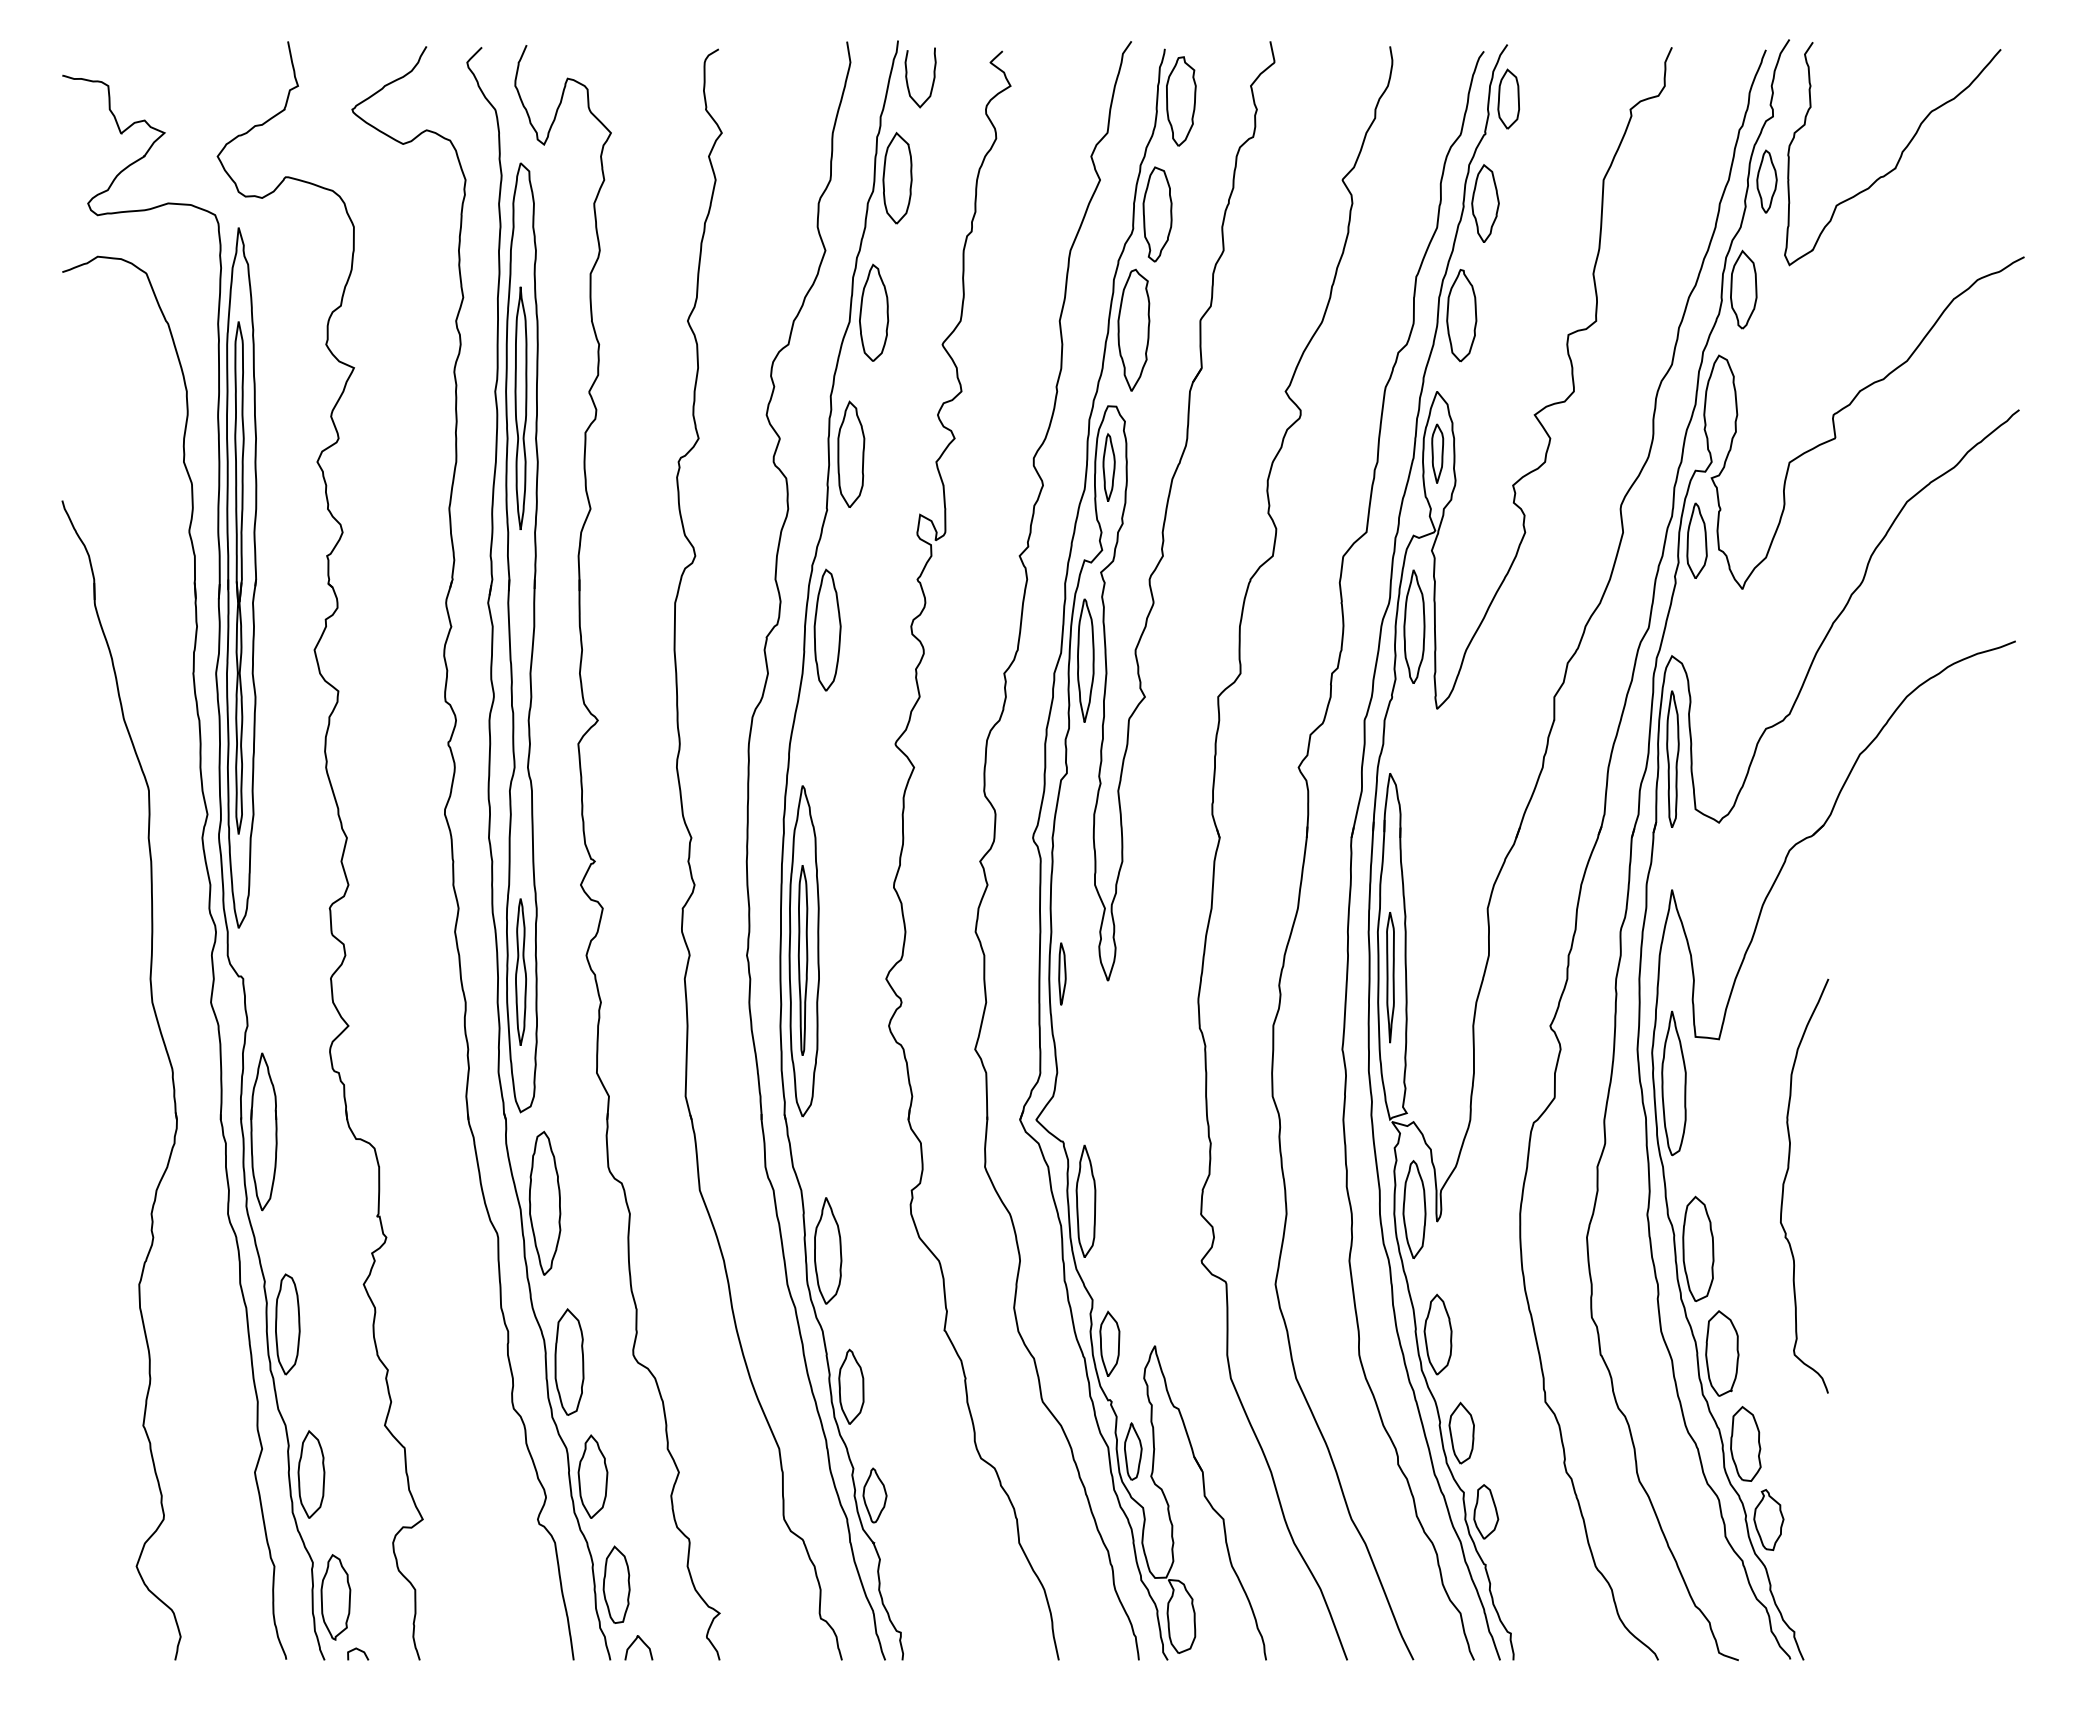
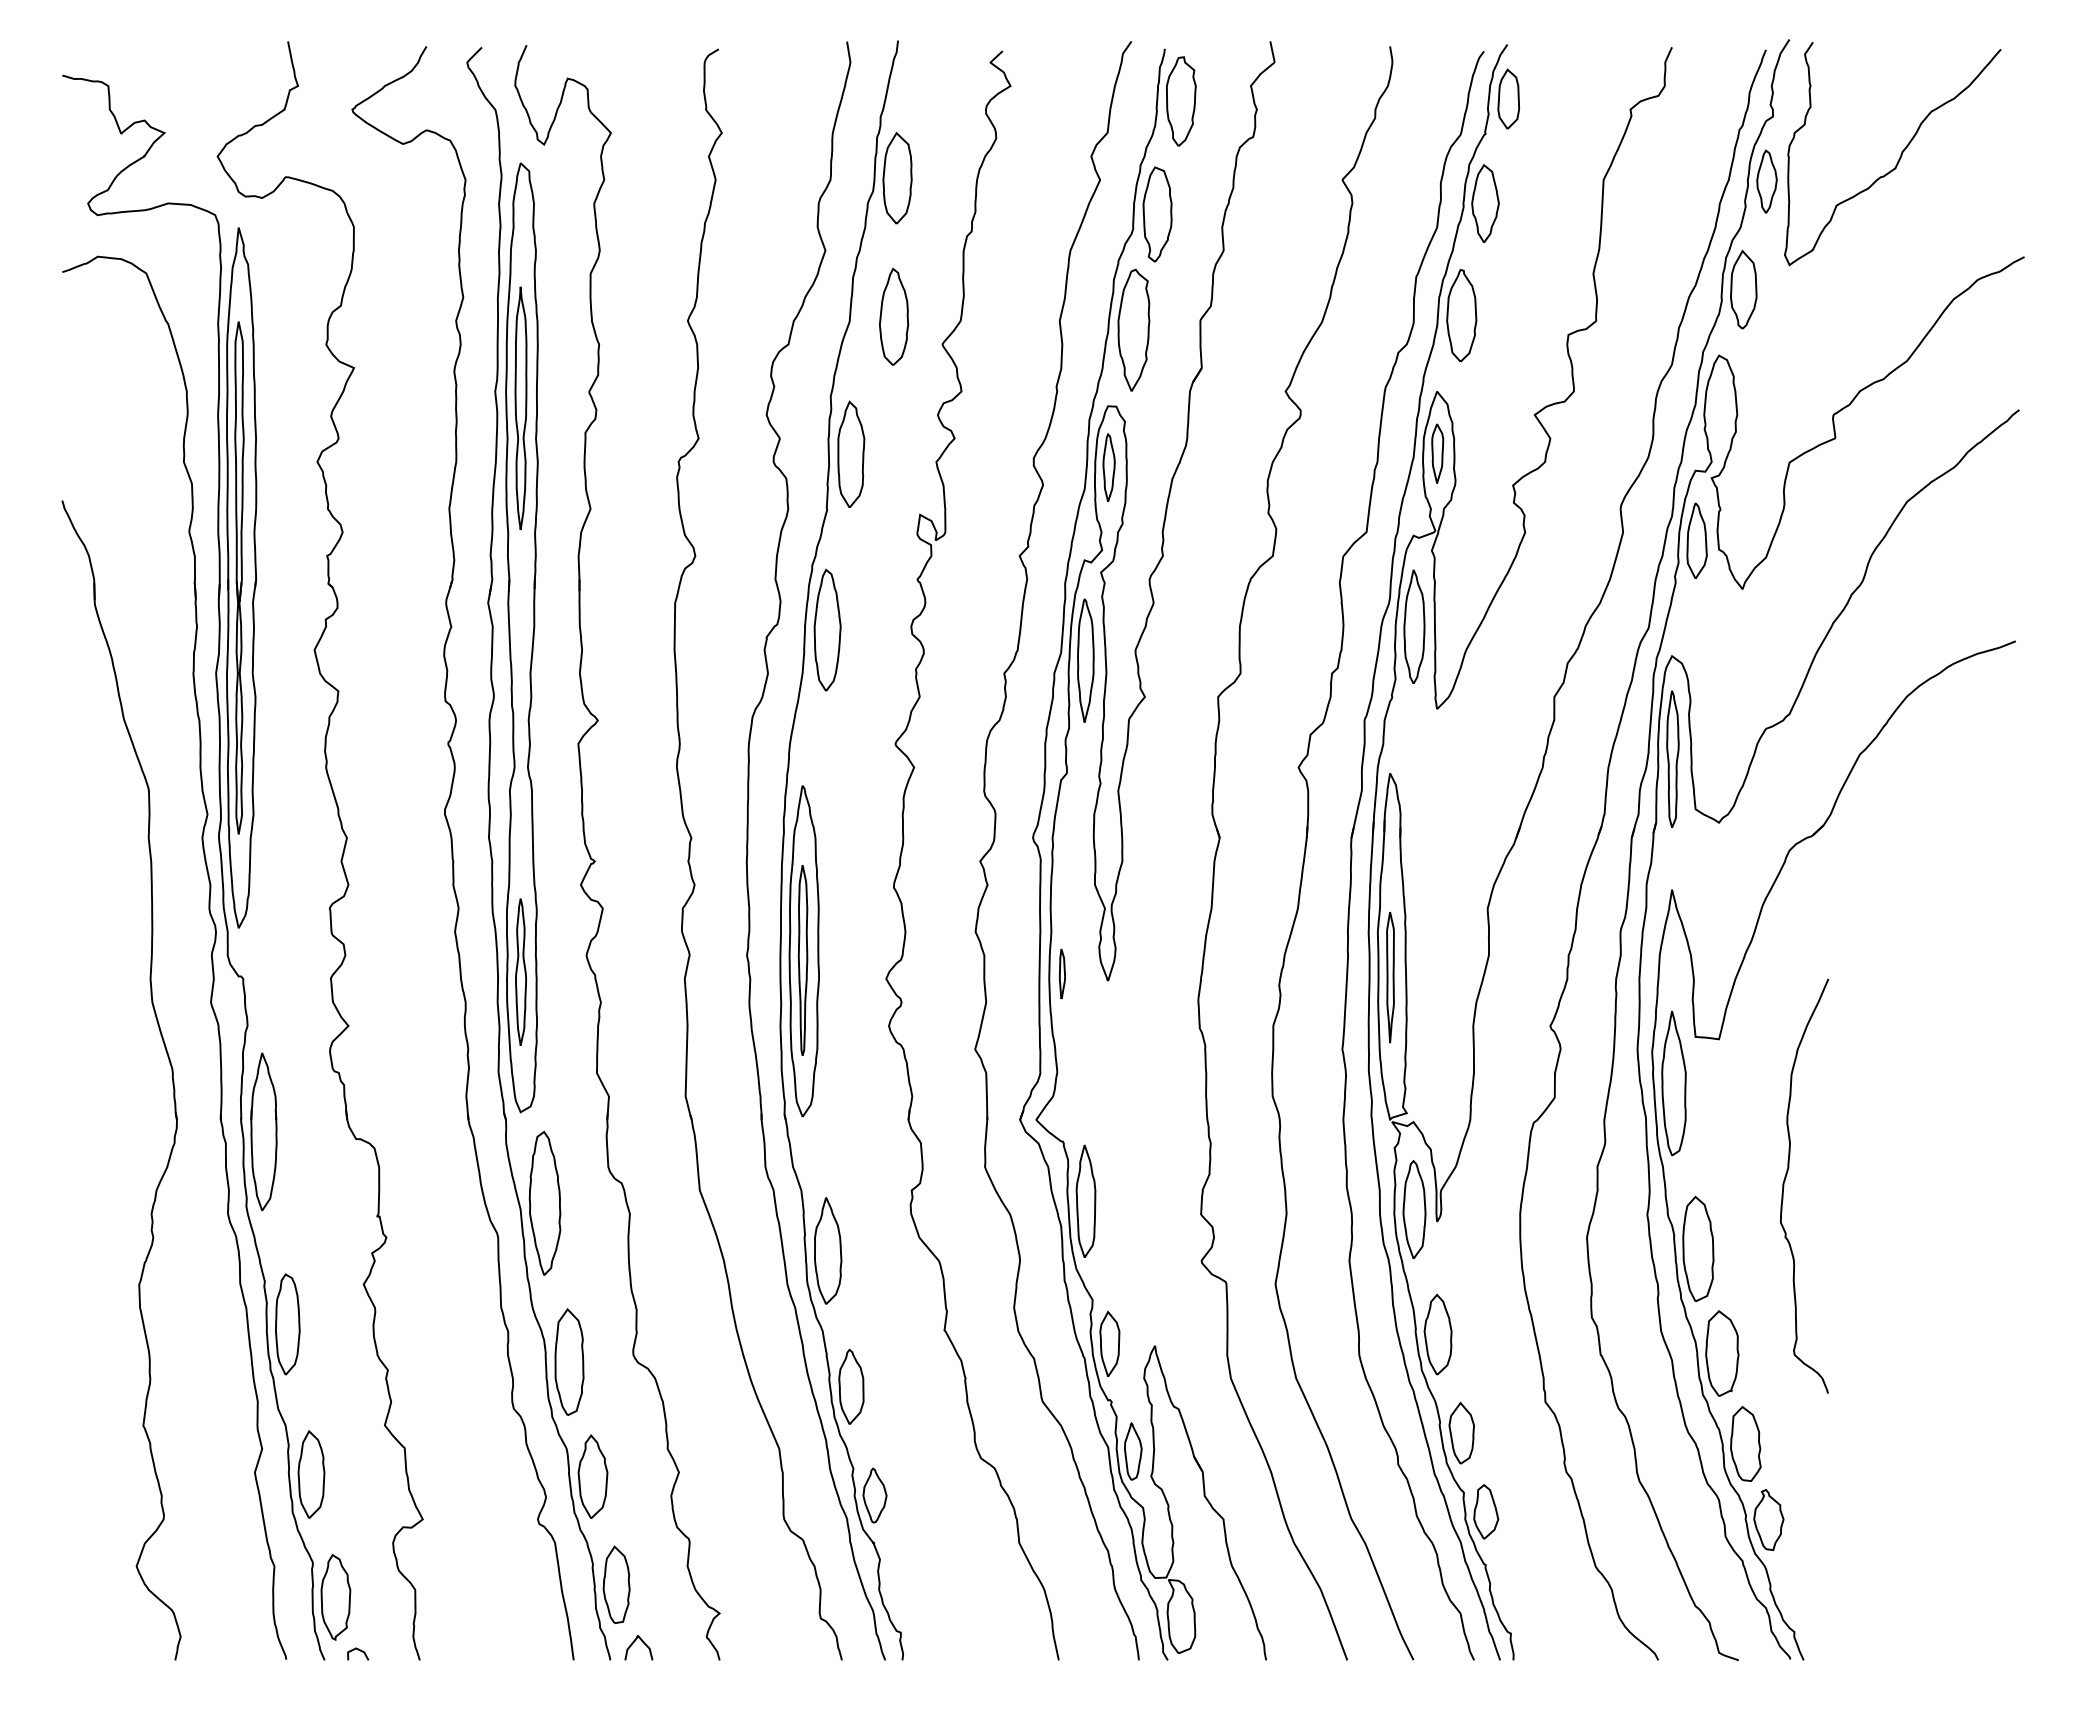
curve at (932, 81): present -> none
part at (874, 312) position: (874, 312) -> (894, 316)
part at (1062, 973) size: 9x64 px -> 7x52 px
